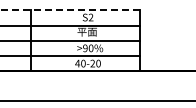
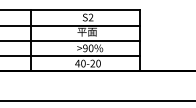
line at (70, 10): dashed -> solid
